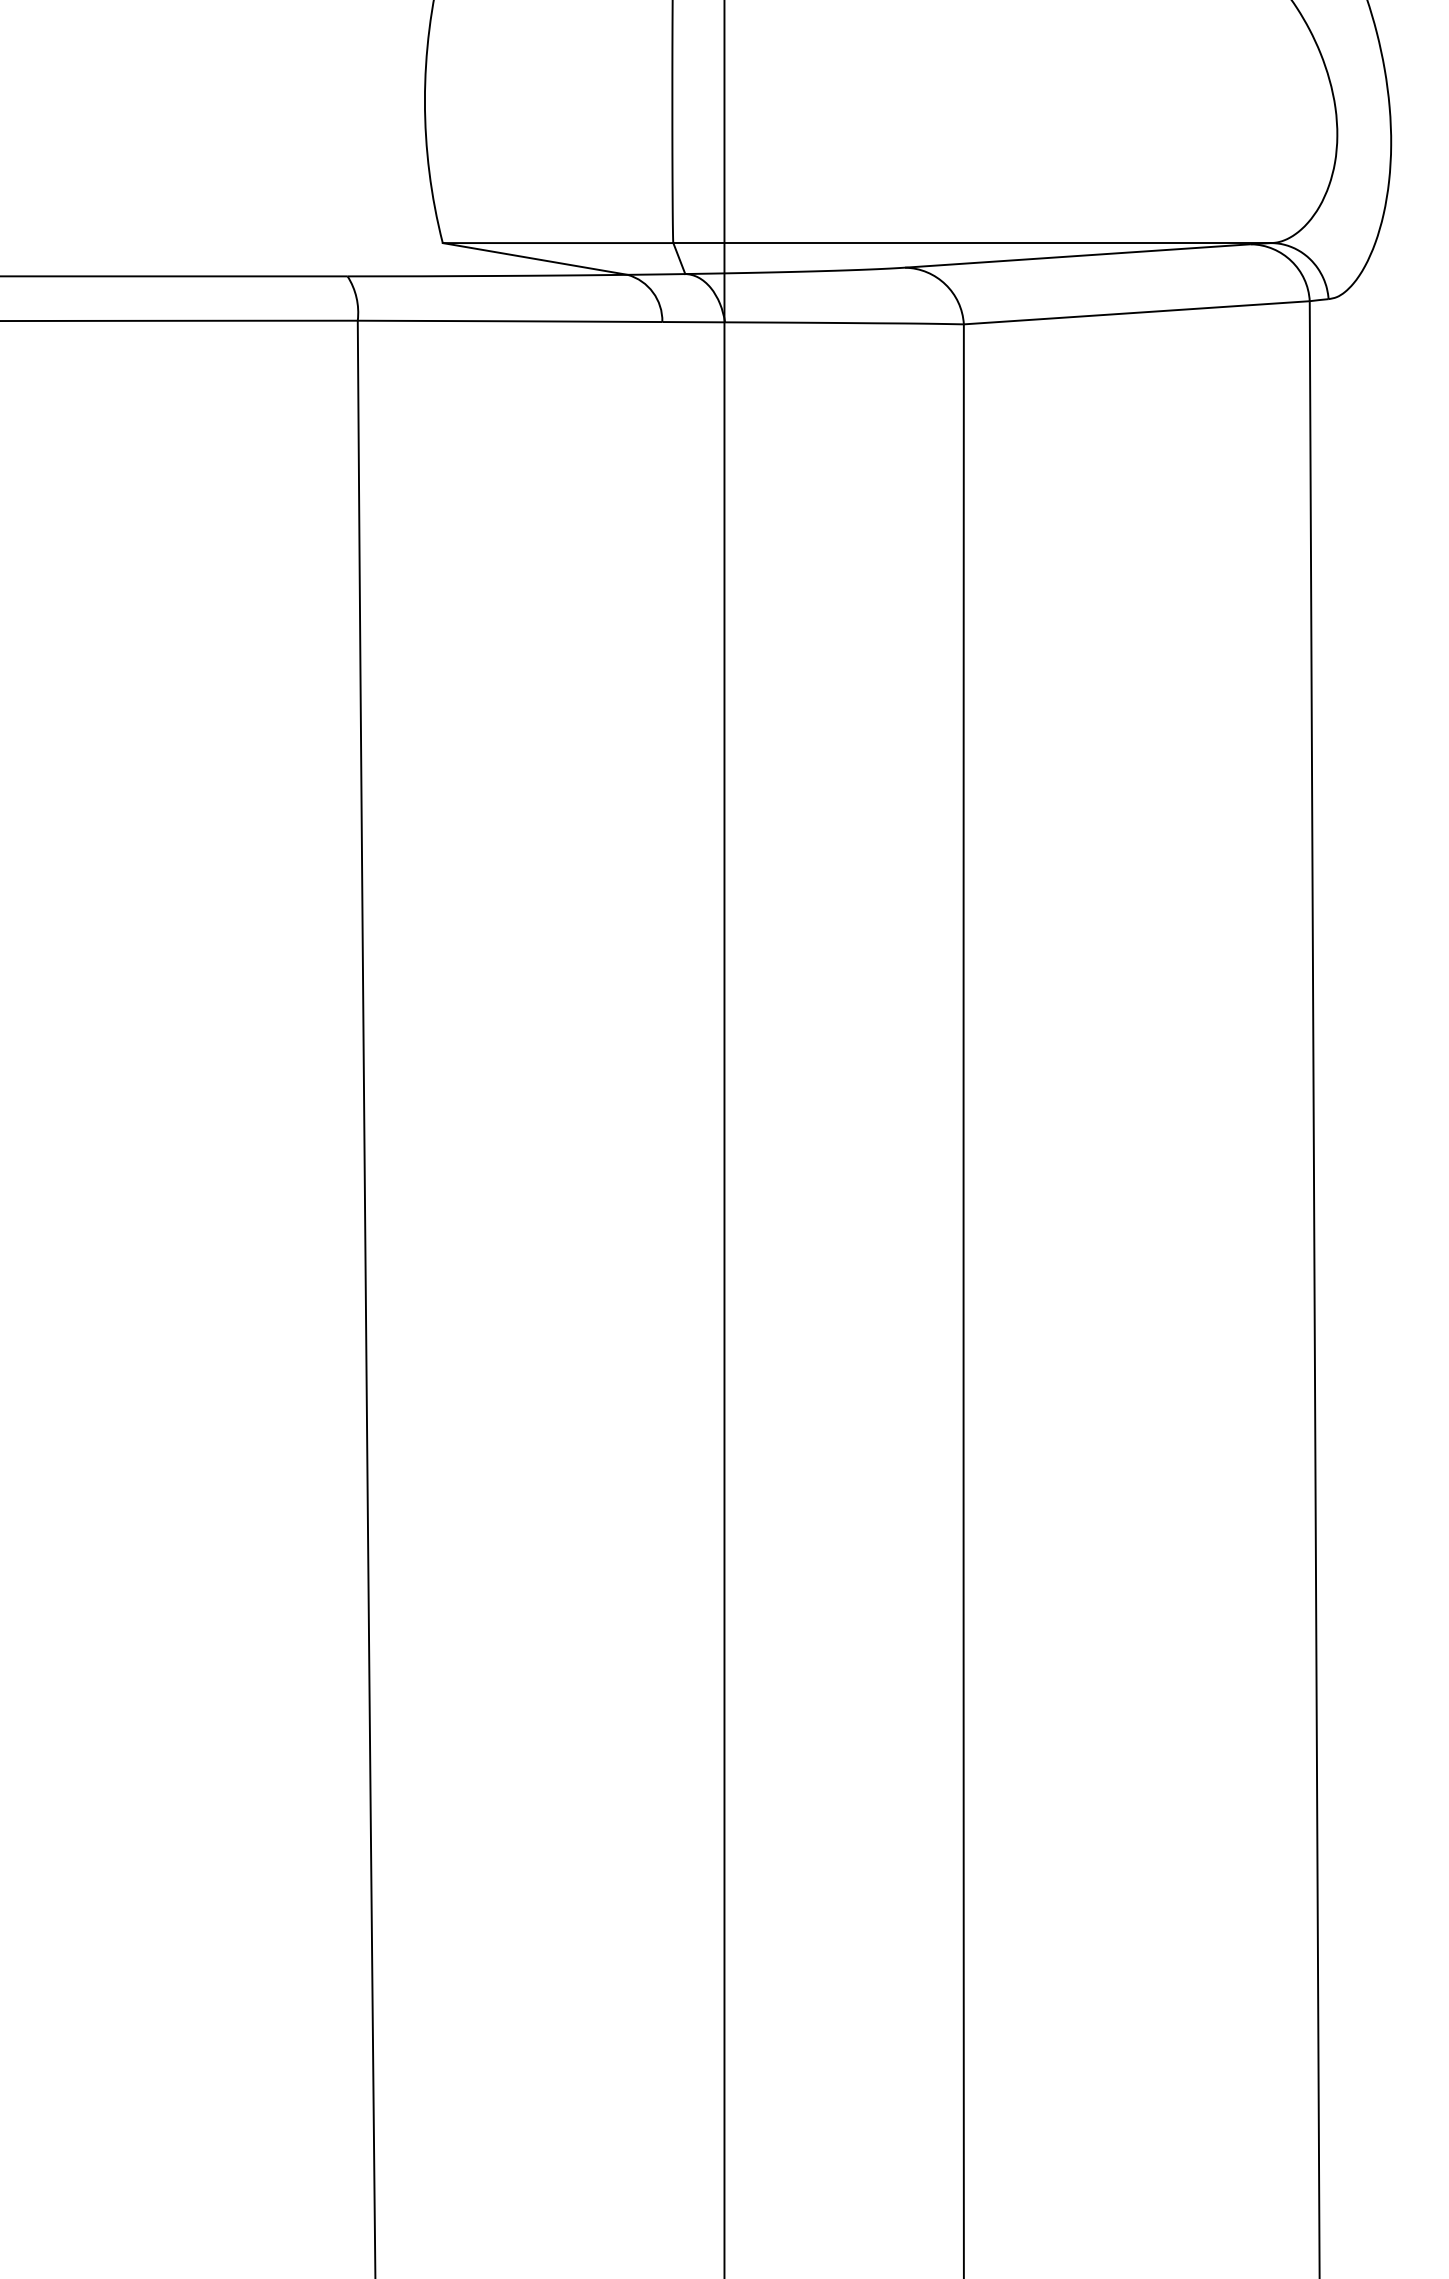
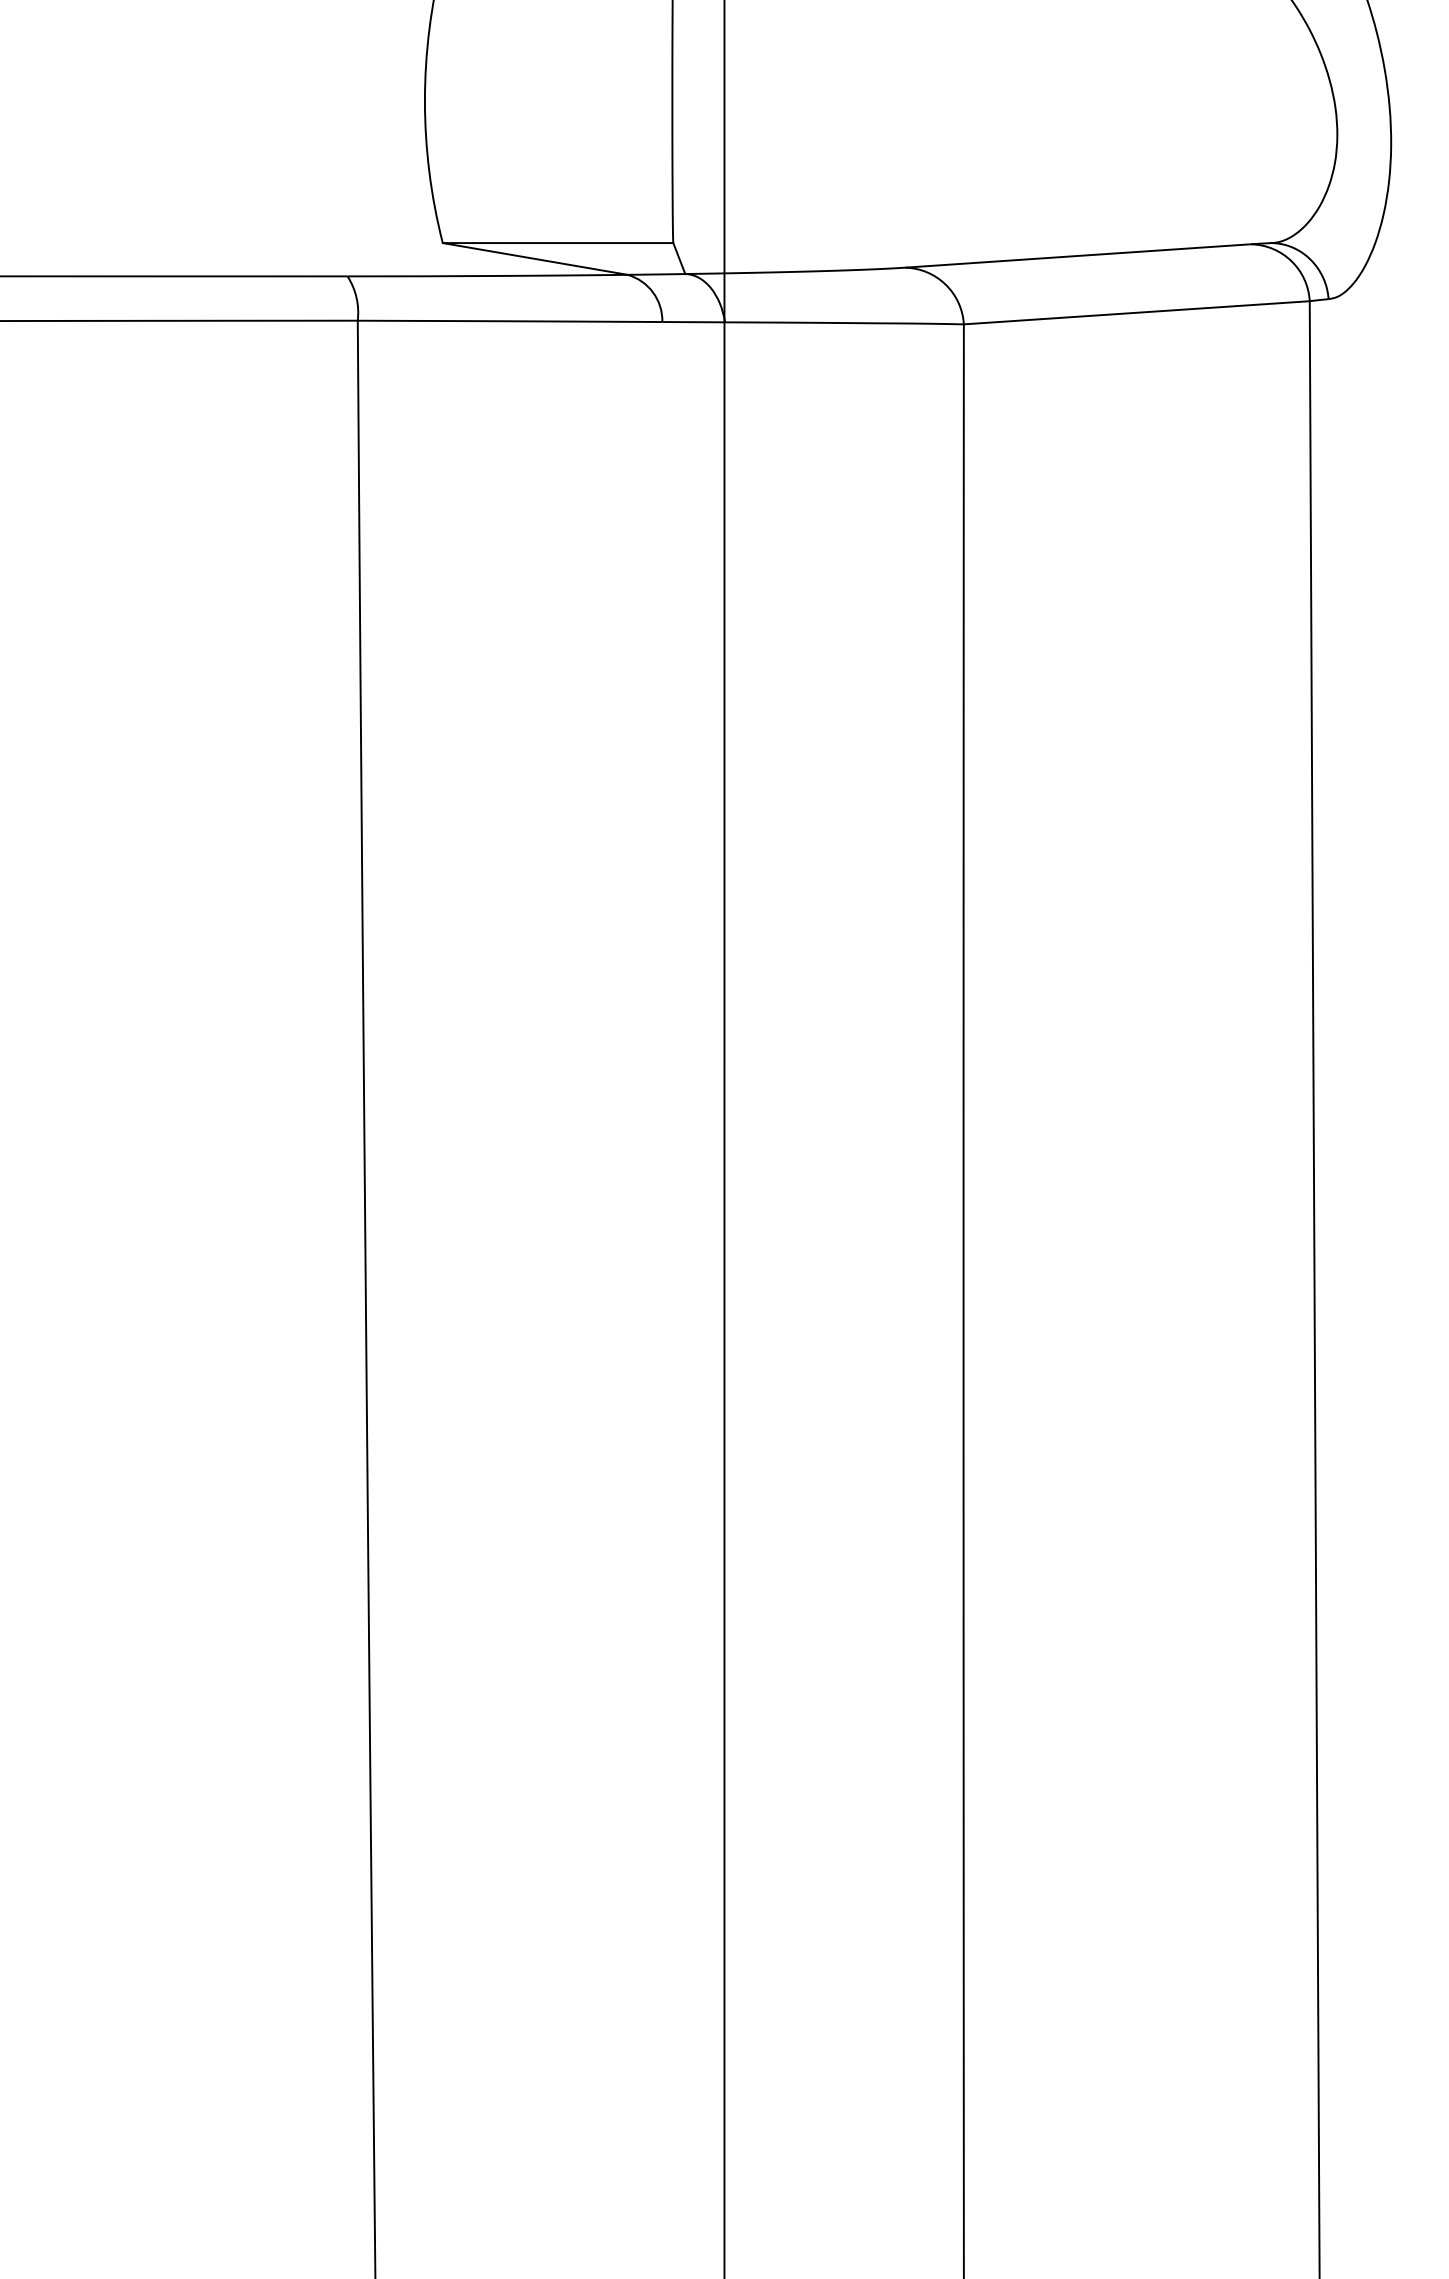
line at (971, 243): present -> none
